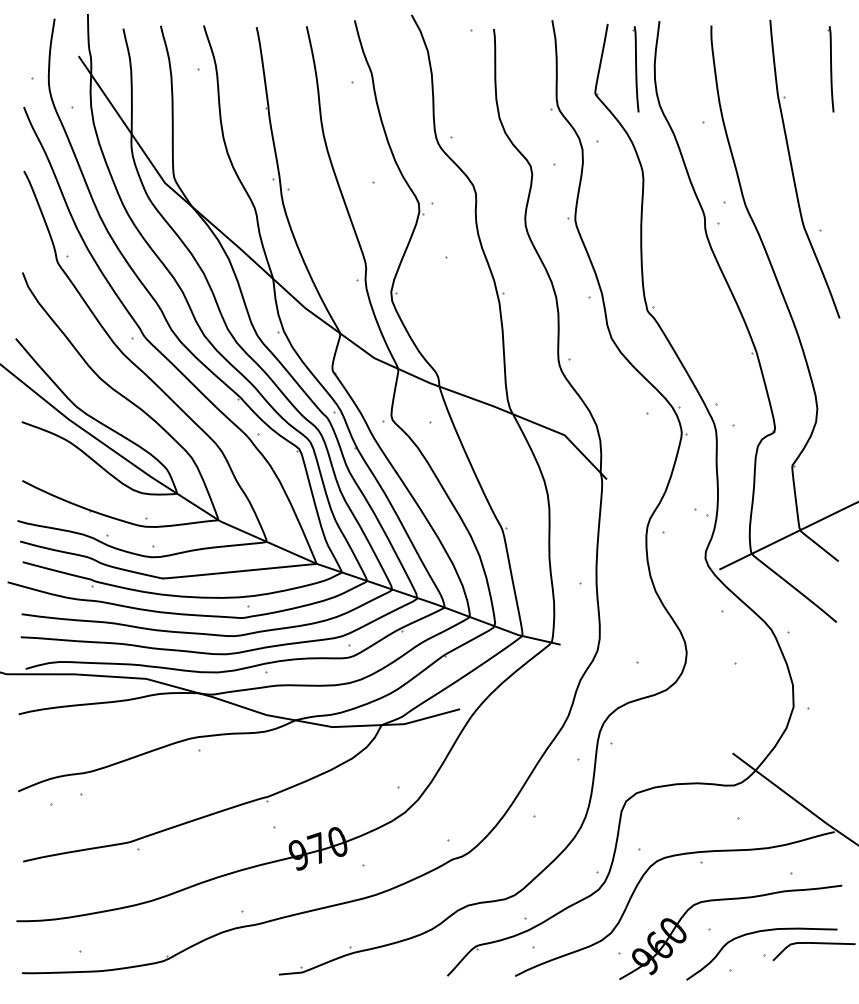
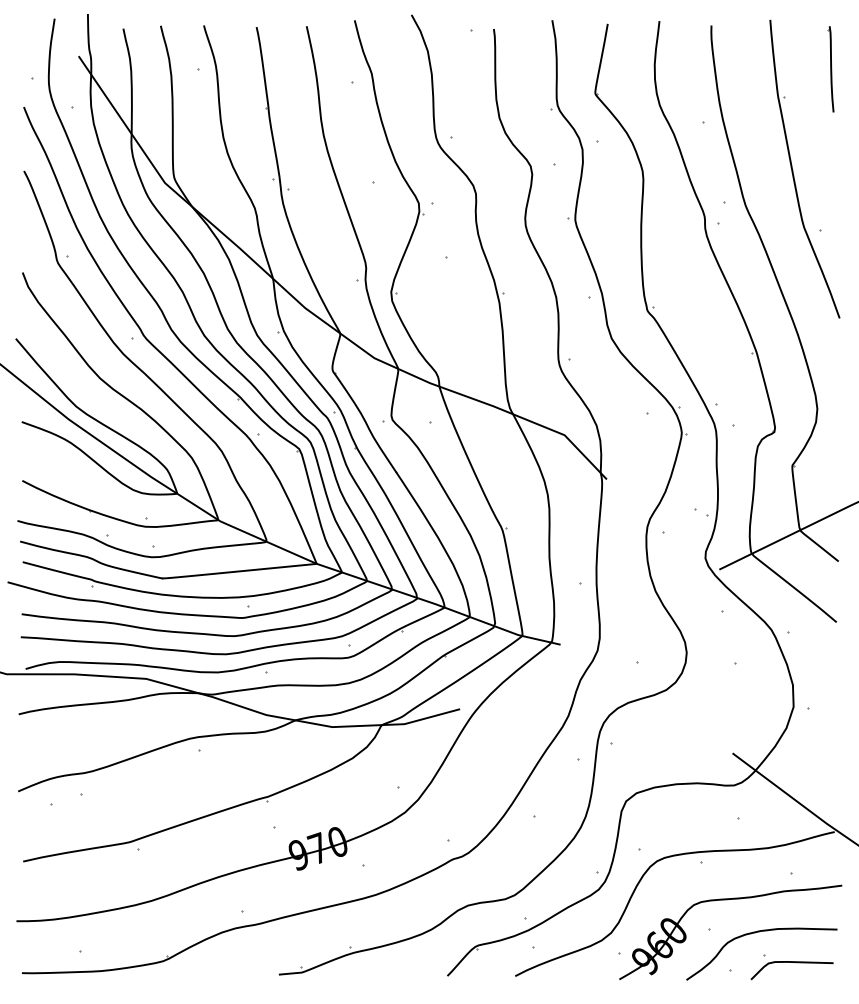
part at (635, 69): present -> none
curve at (813, 943) position: (813, 943) -> (791, 962)
